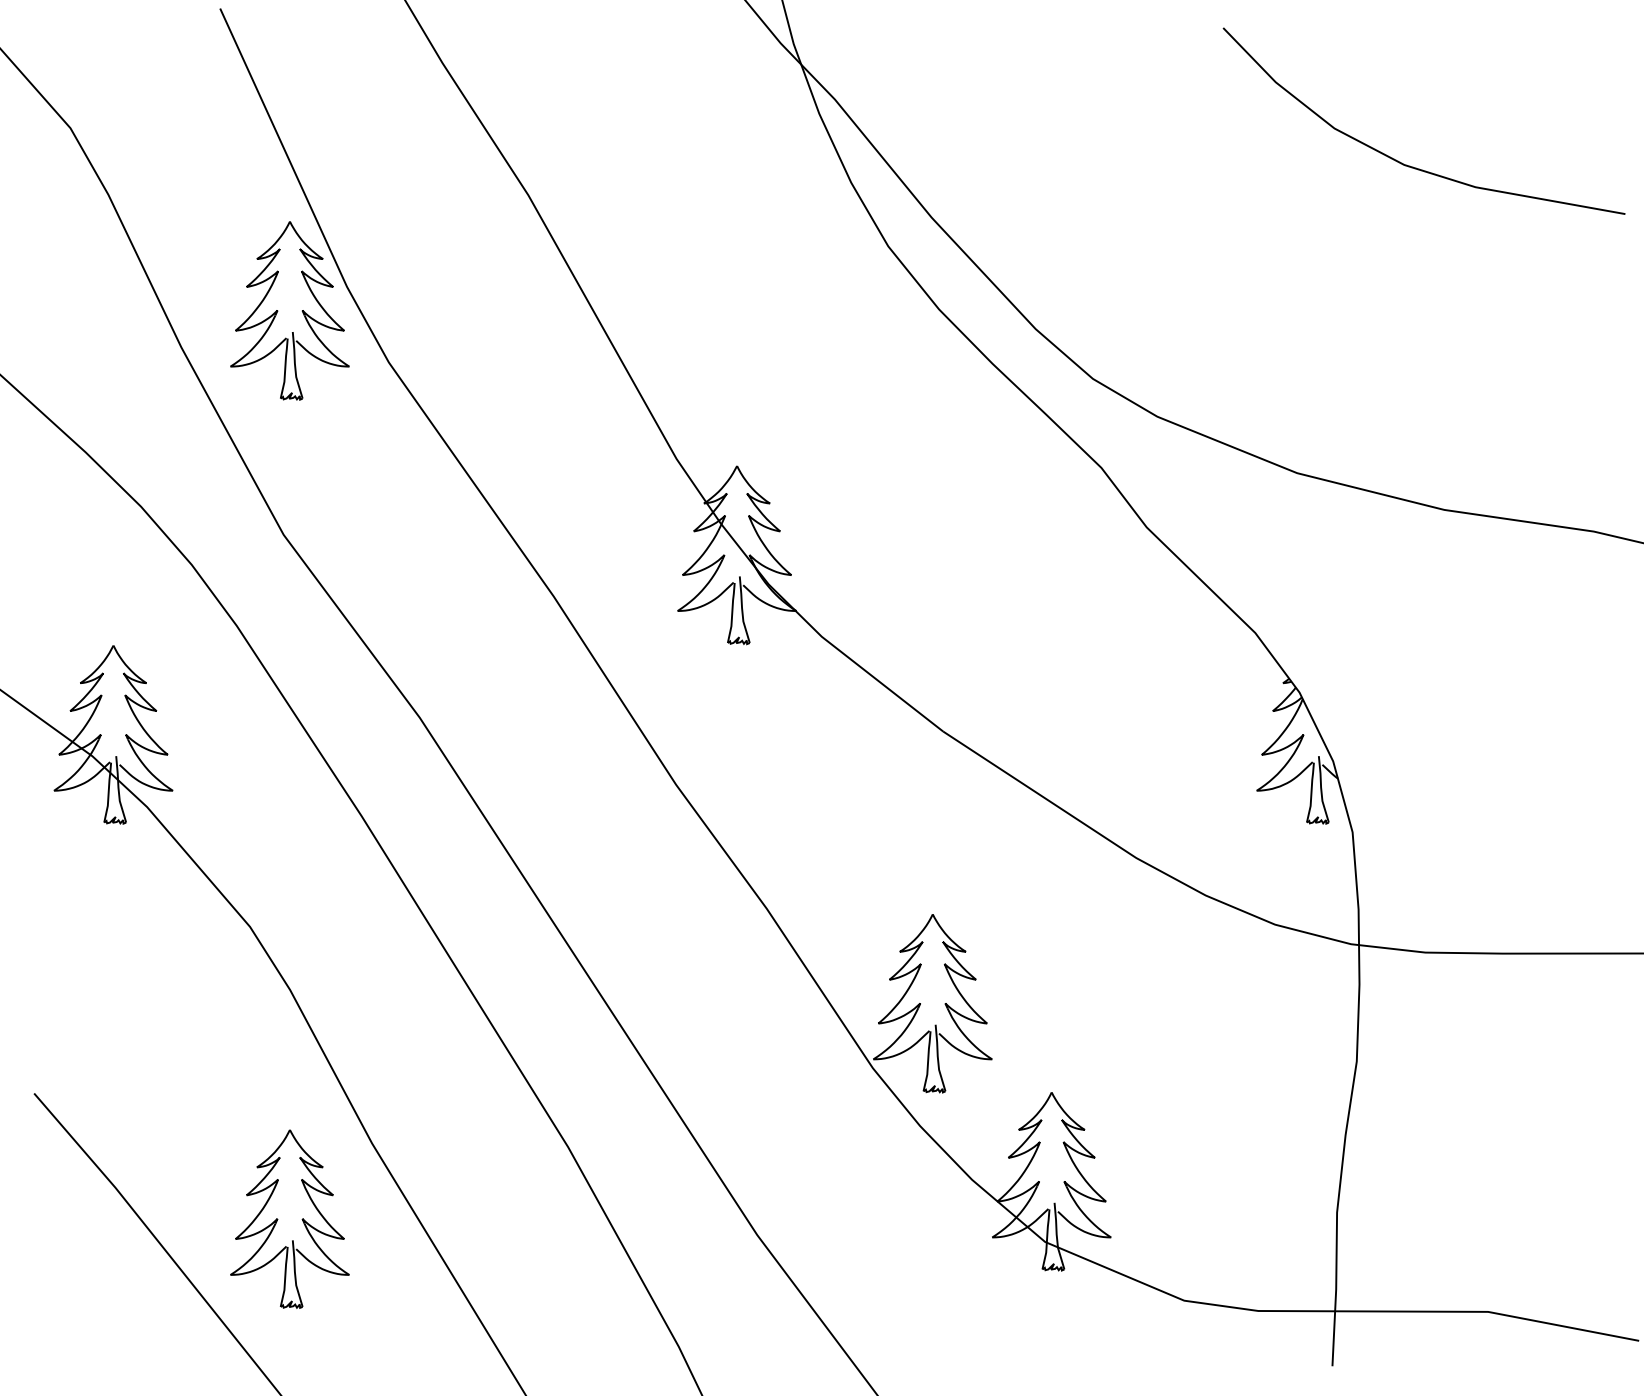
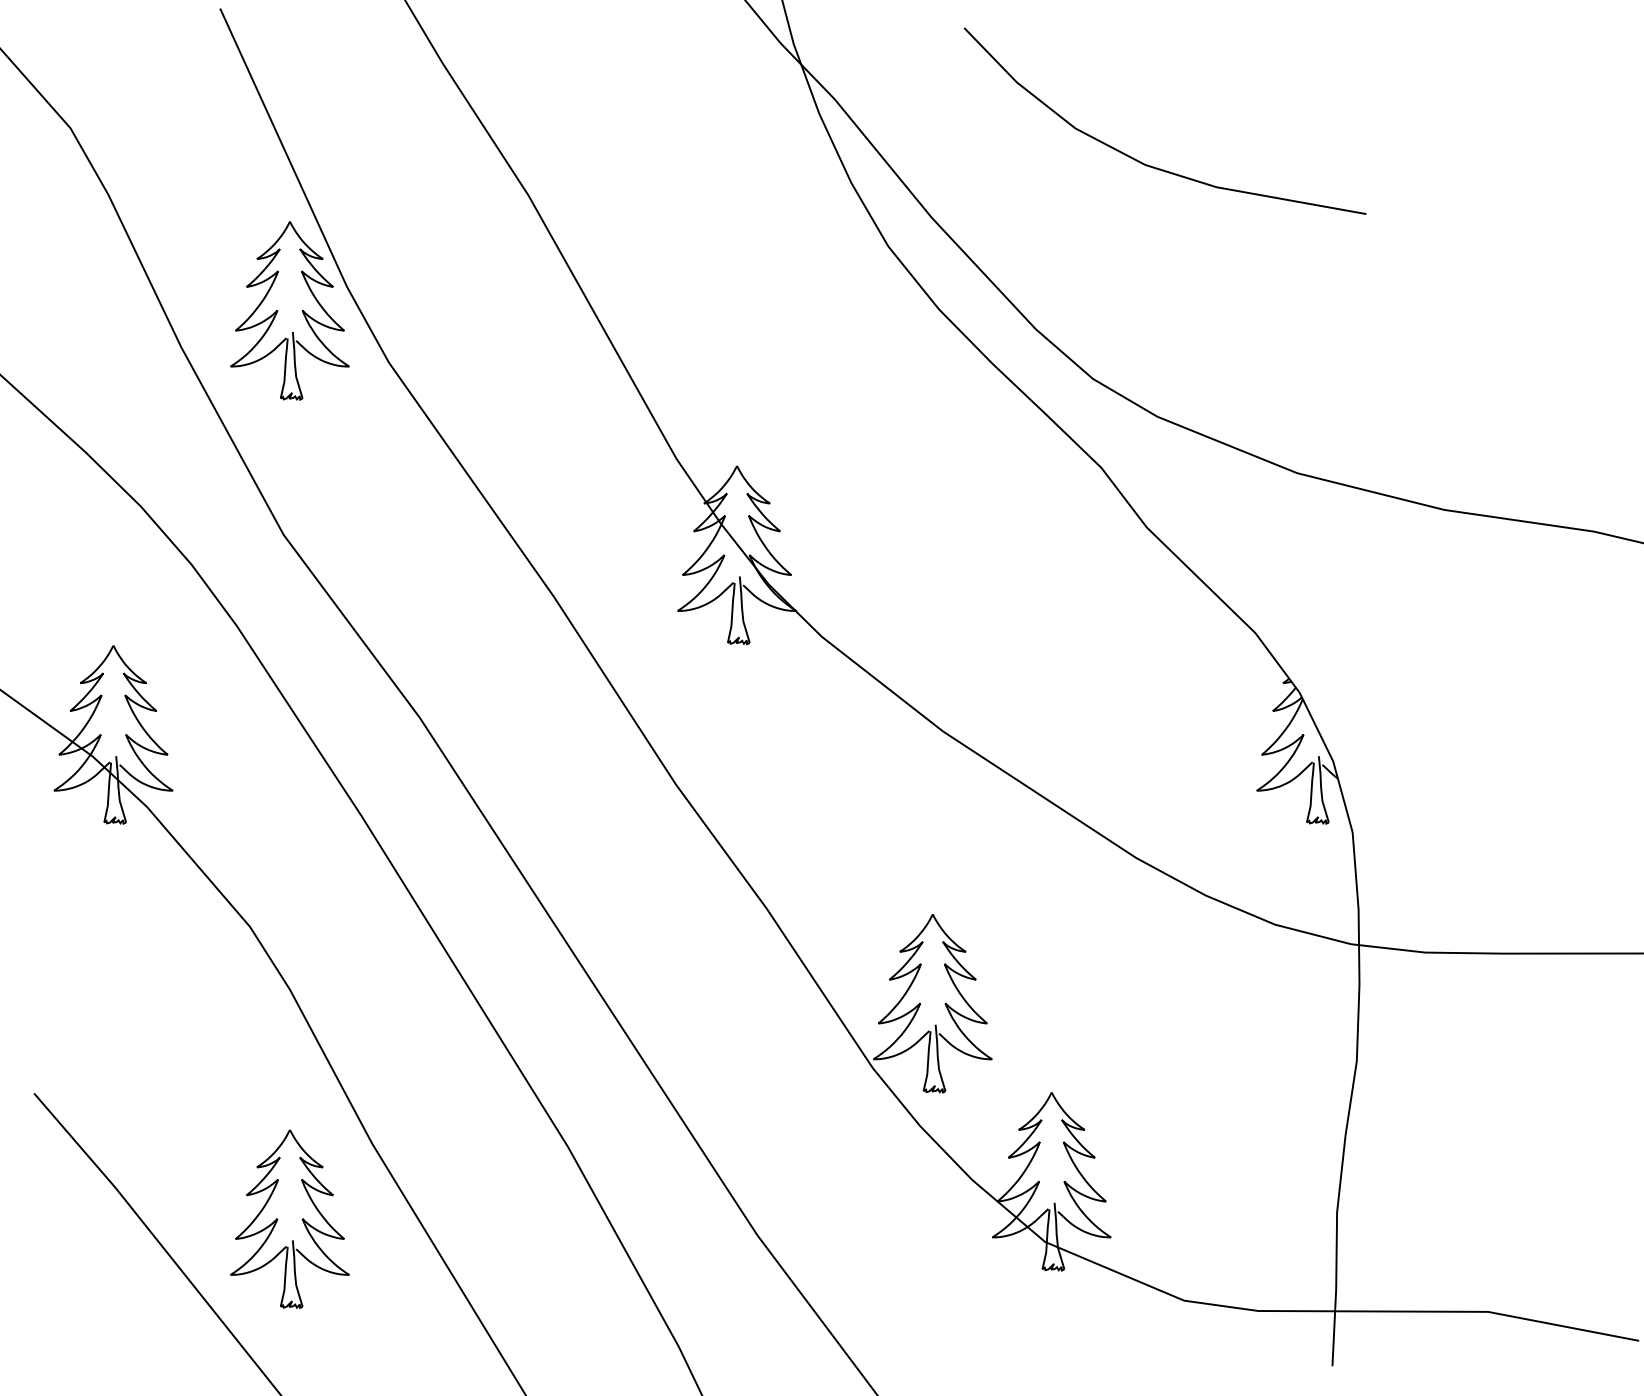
curve at (1400, 161) position: (1400, 161) -> (1141, 161)
